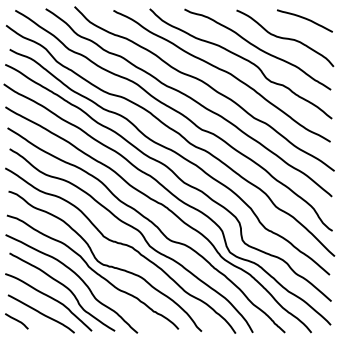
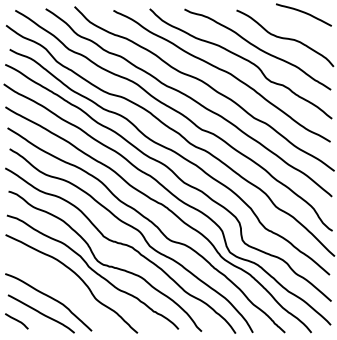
curve at (304, 19) position: (304, 19) -> (303, 13)
curve at (64, 287): present -> none
